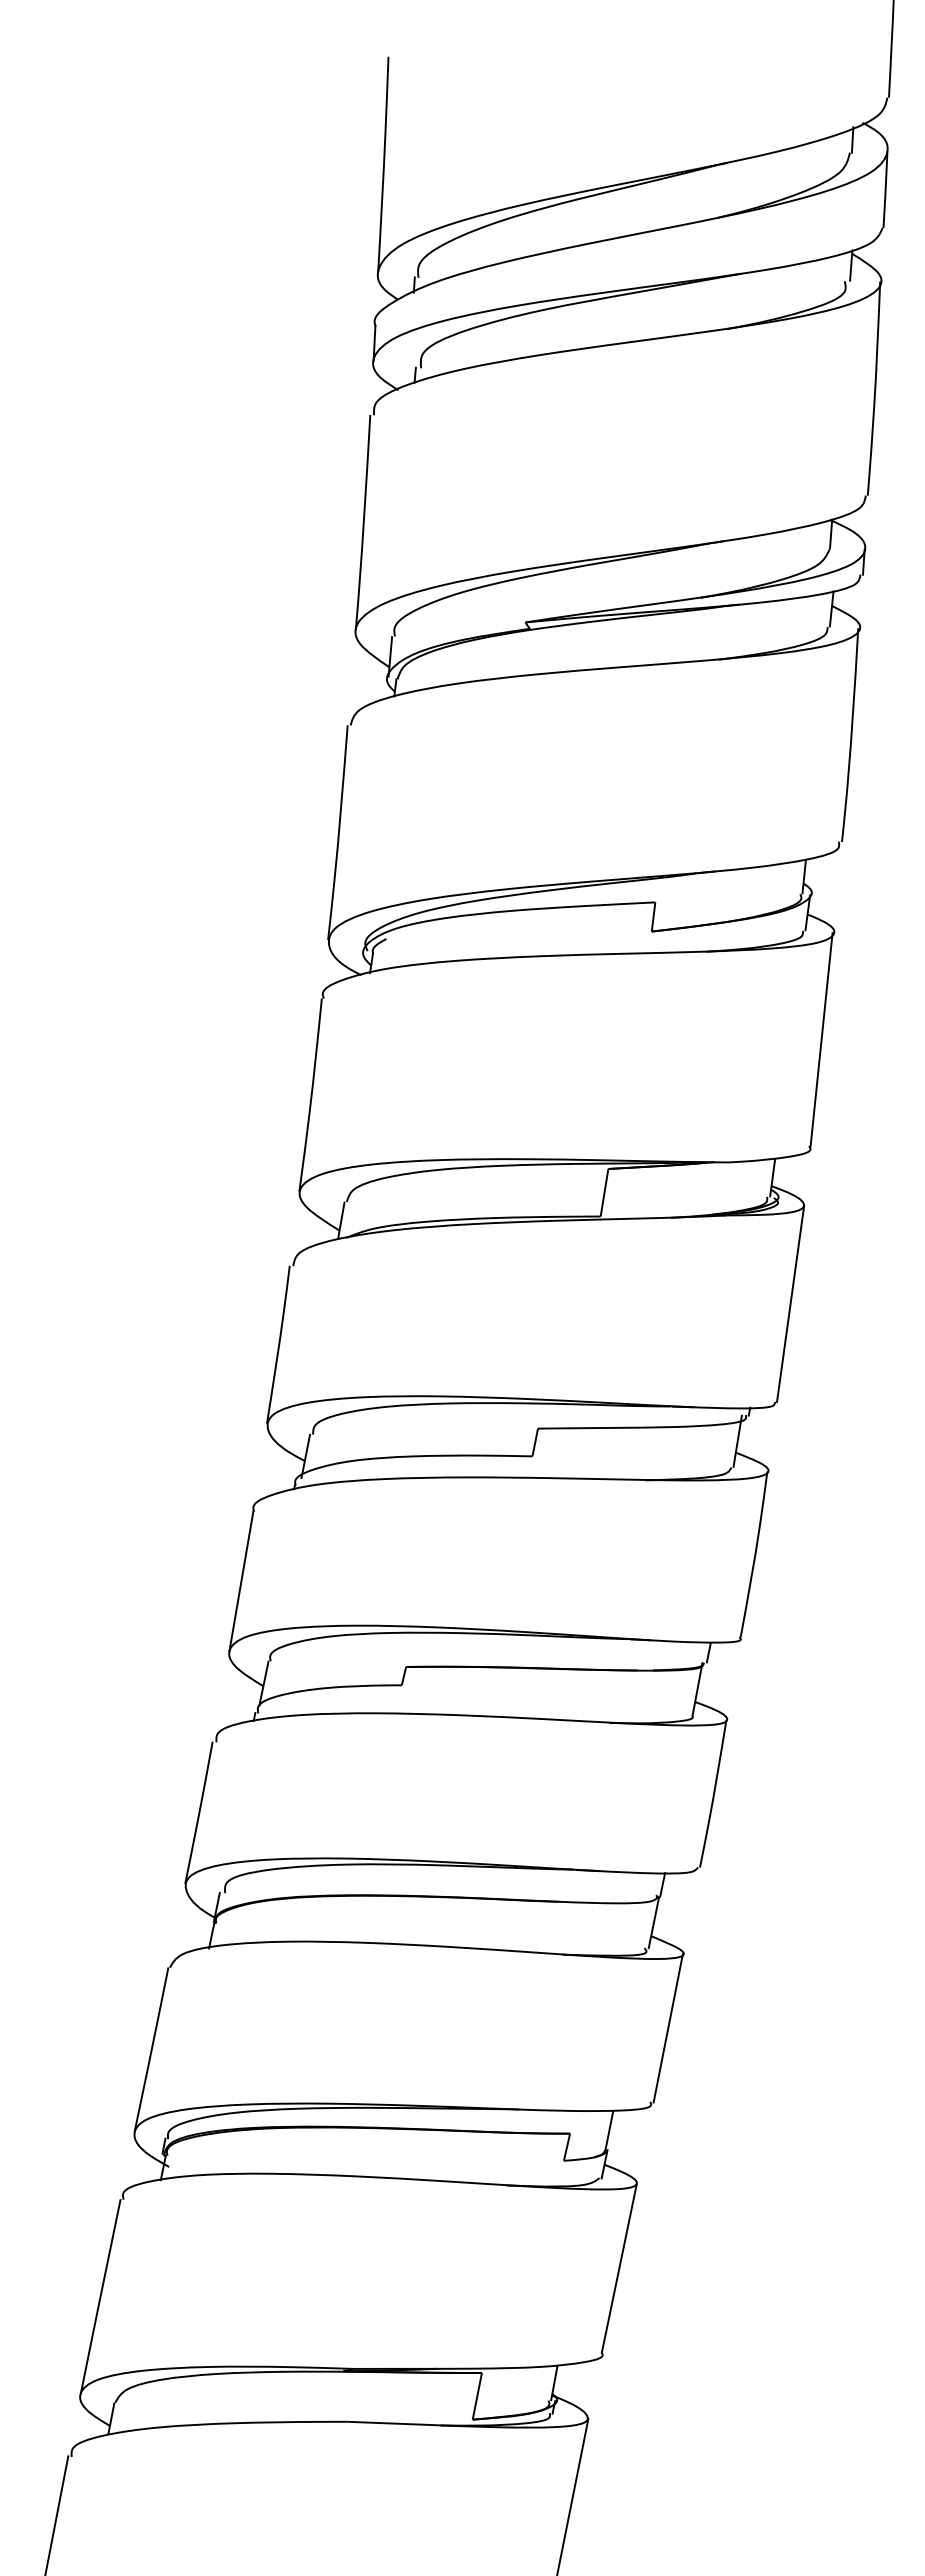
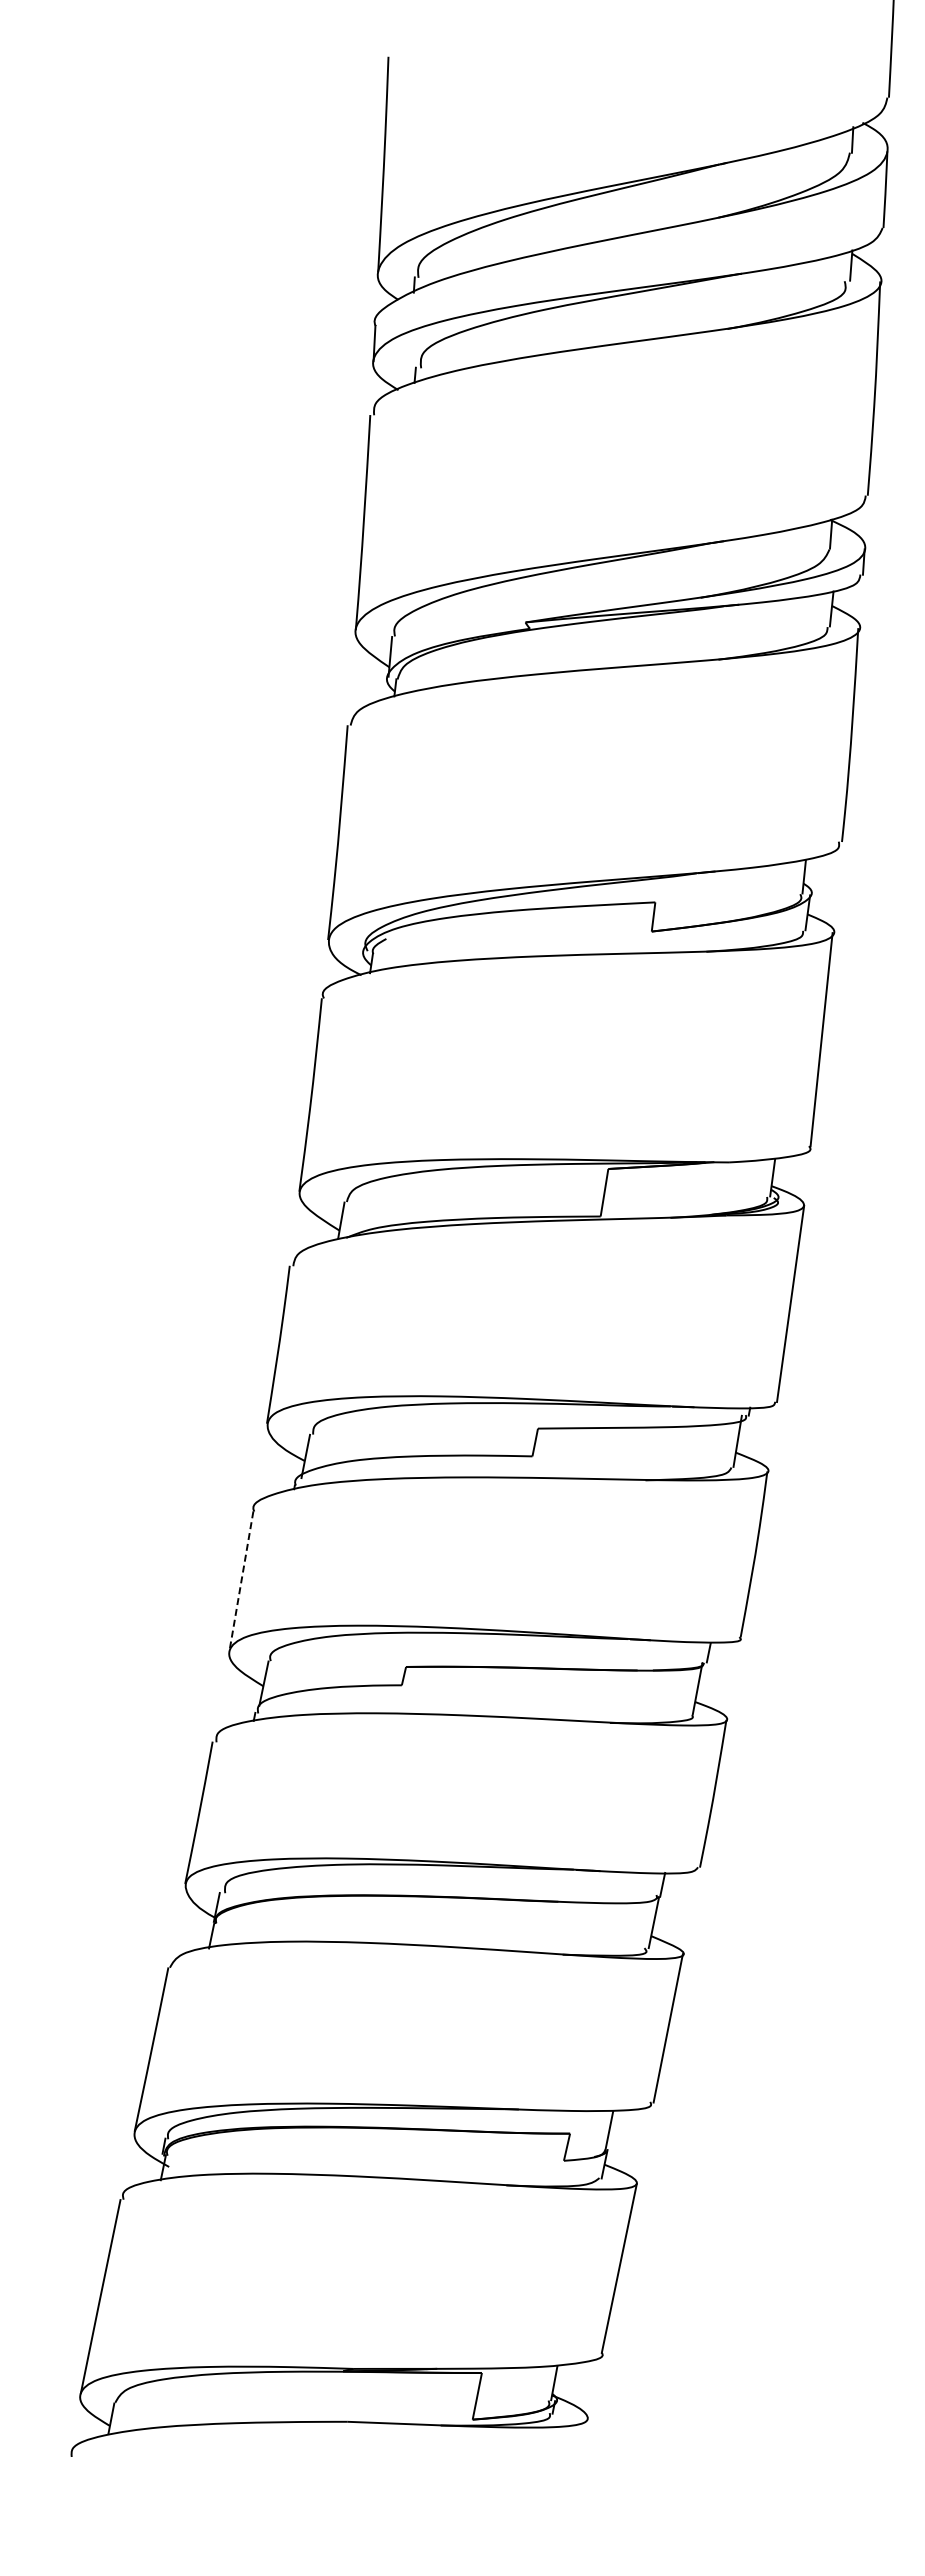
line at (241, 1581): solid -> dashed
line at (572, 2495): present -> none
line at (56, 2514): present -> none
